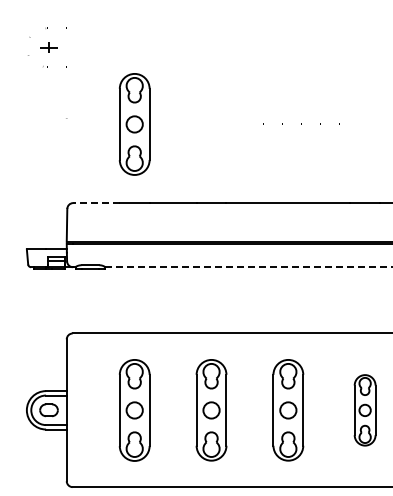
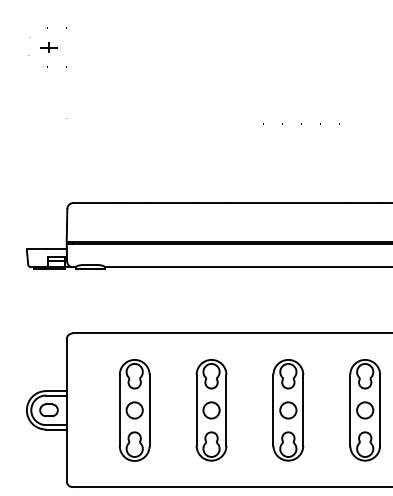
part at (134, 124): present -> none
line at (96, 203): dashed -> solid
line at (248, 267): dashed -> solid
part at (364, 410) size: 24x73 px -> 32x103 px
